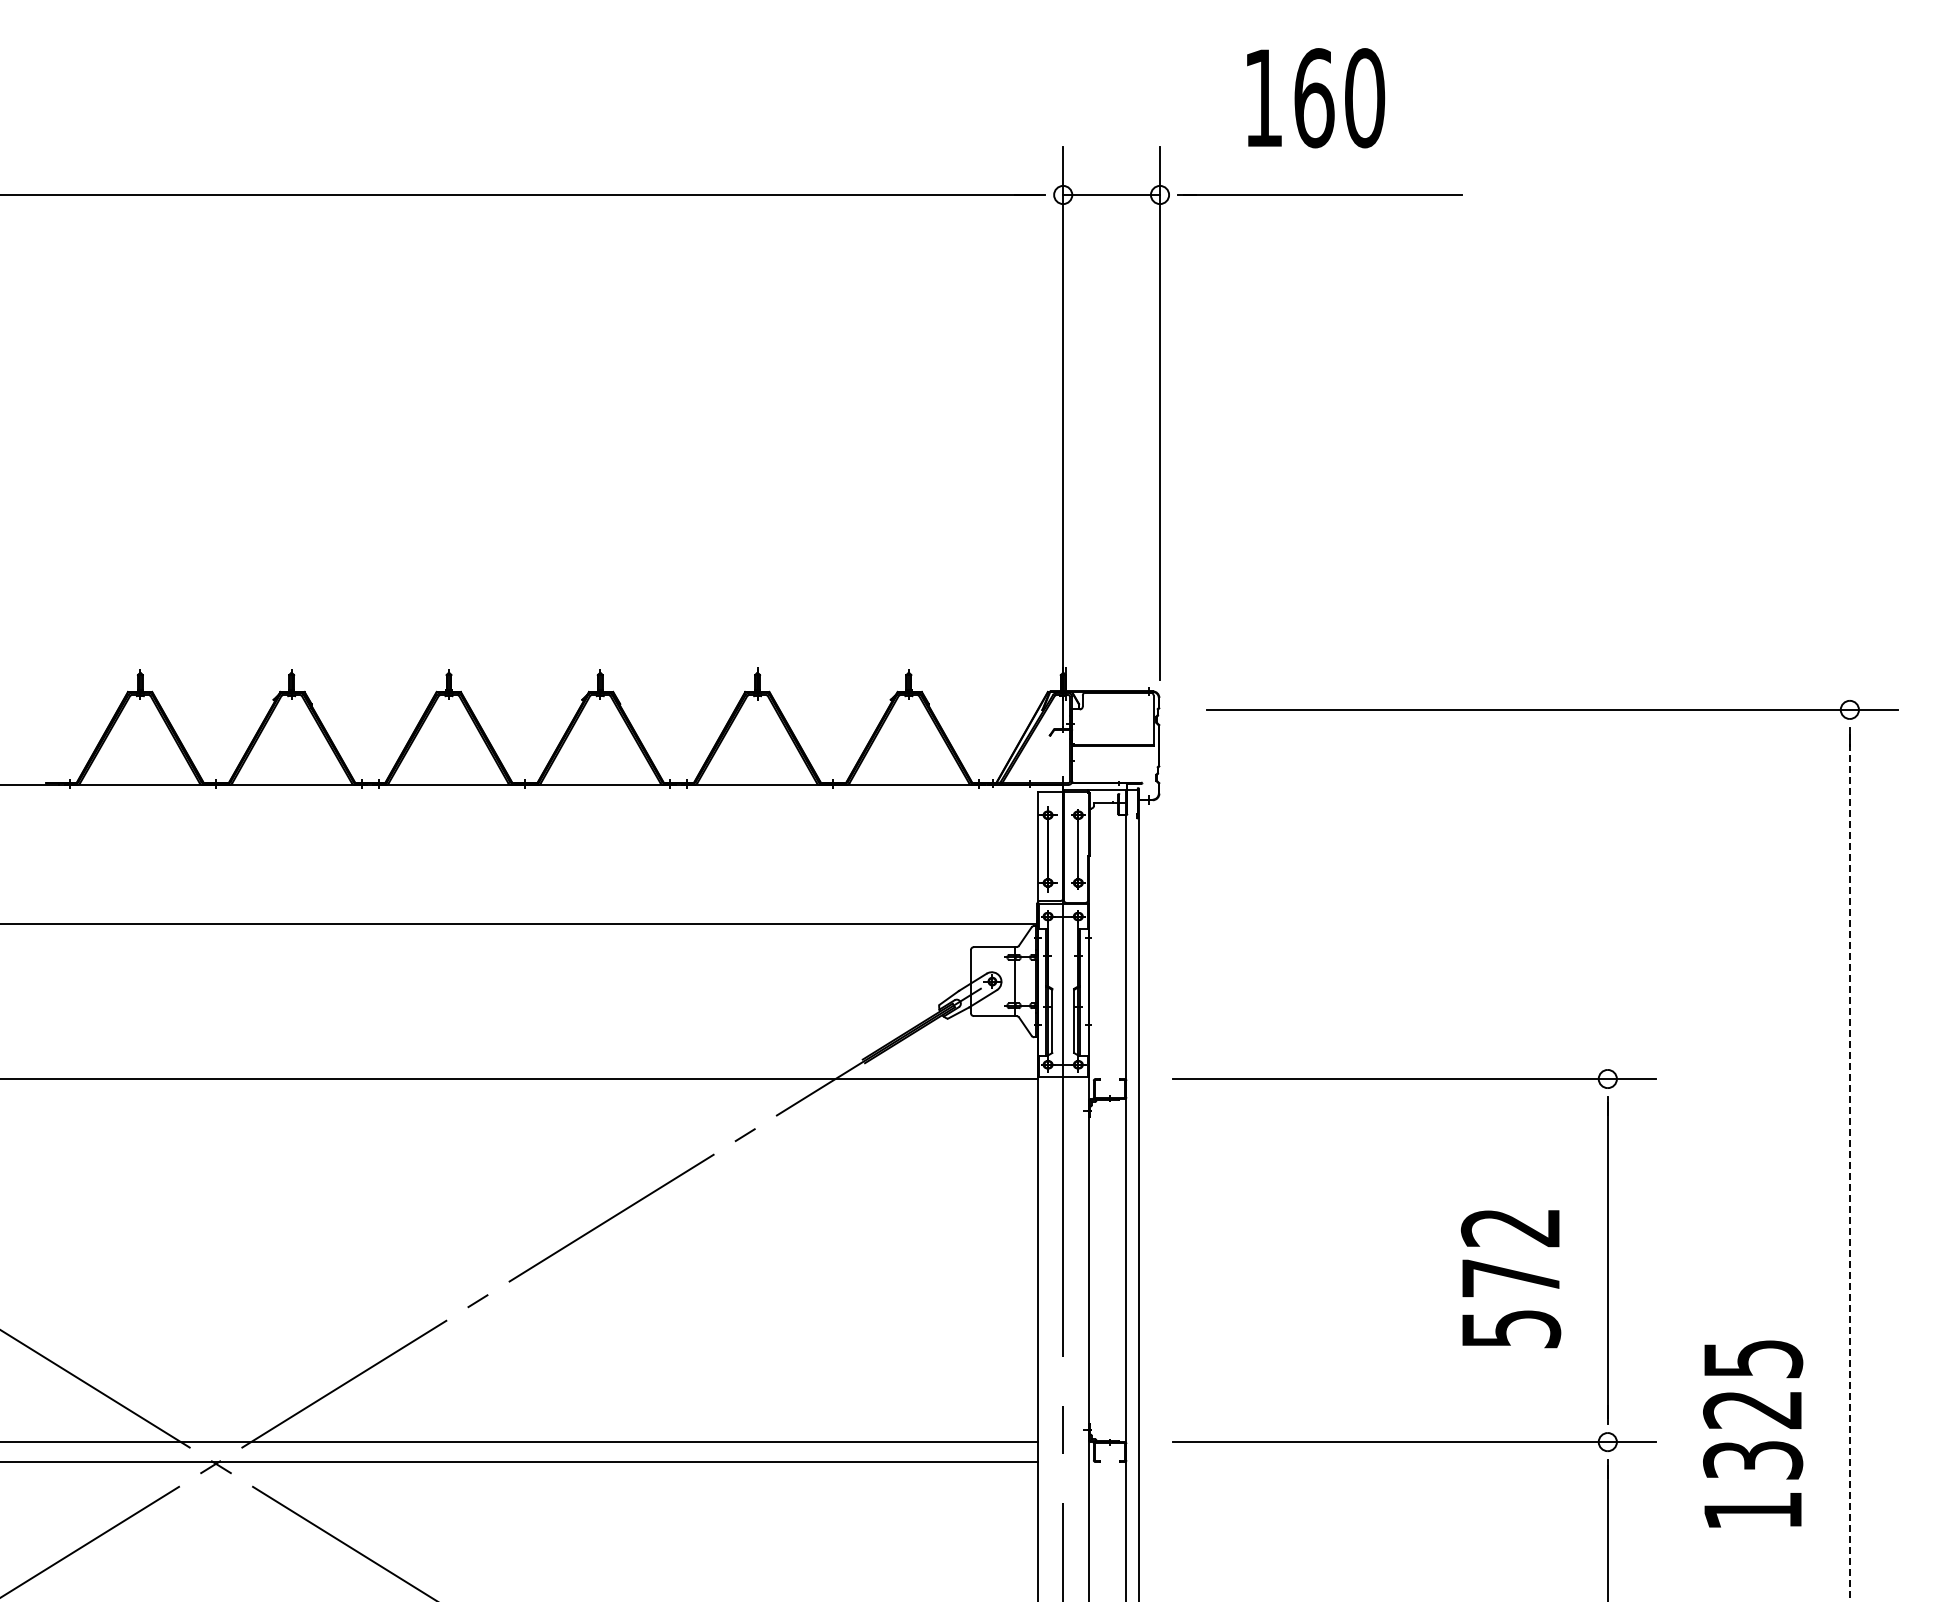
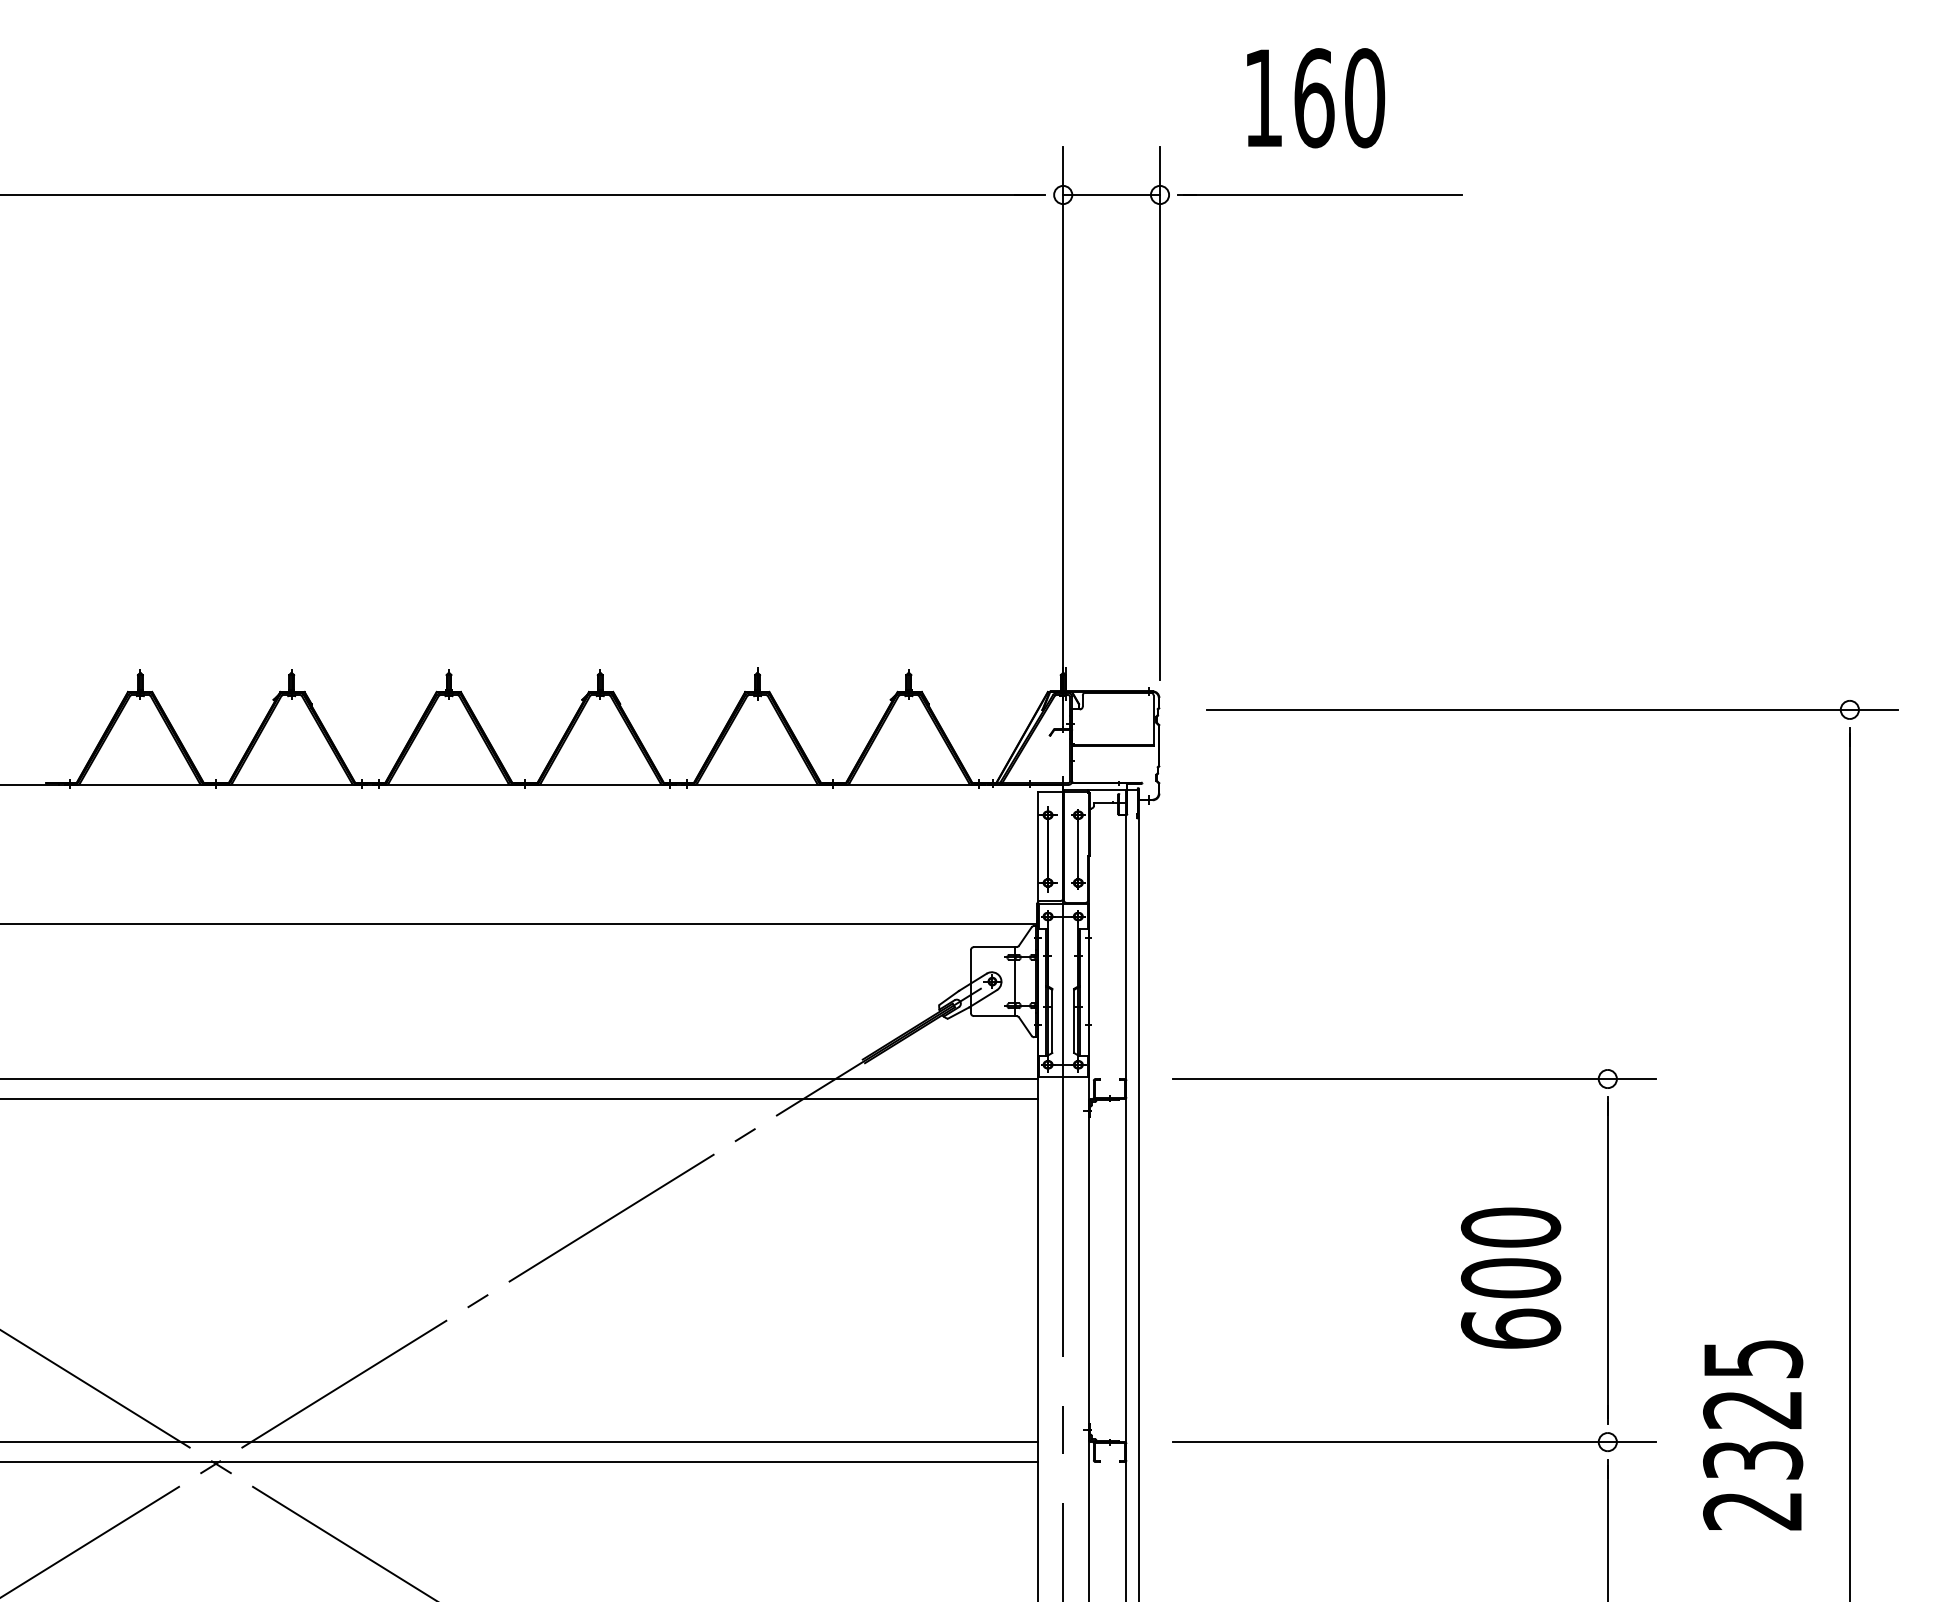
line at (519, 1099): none -> present
line at (1849, 1167): dashed -> solid
text at (1510, 1277): 572 -> 600
text at (1752, 1511): 1325 -> 2325
